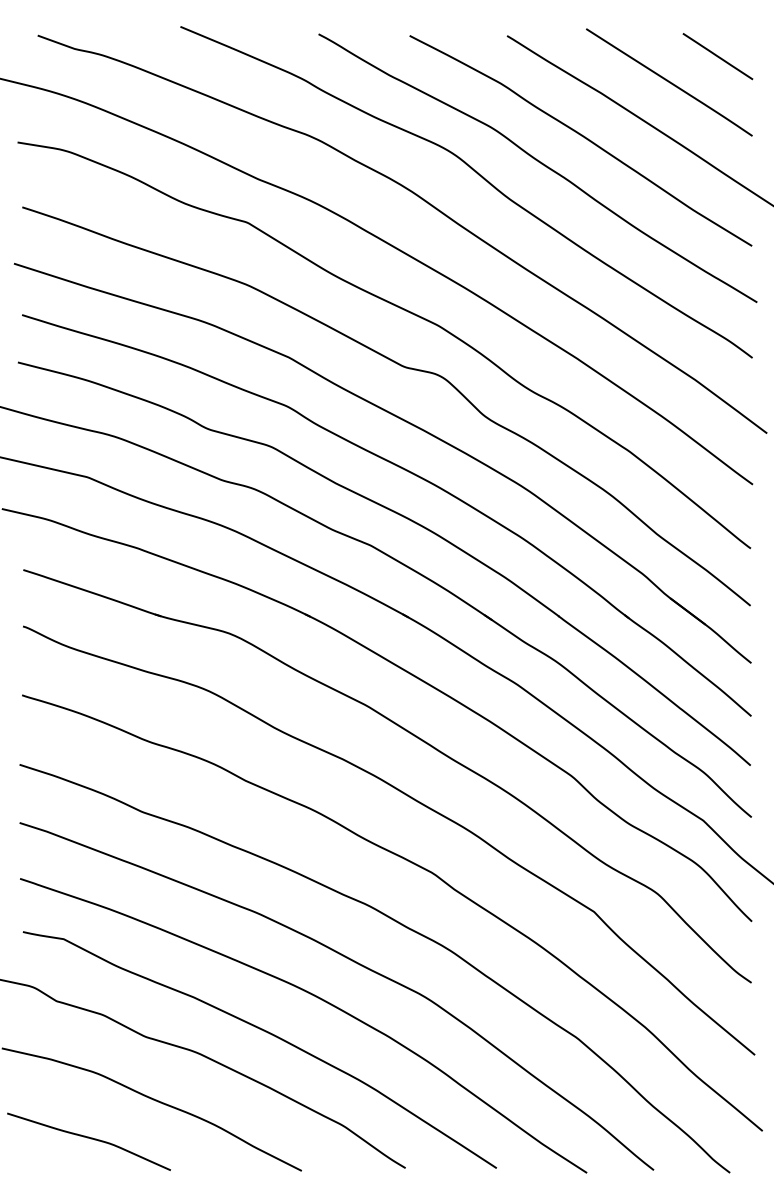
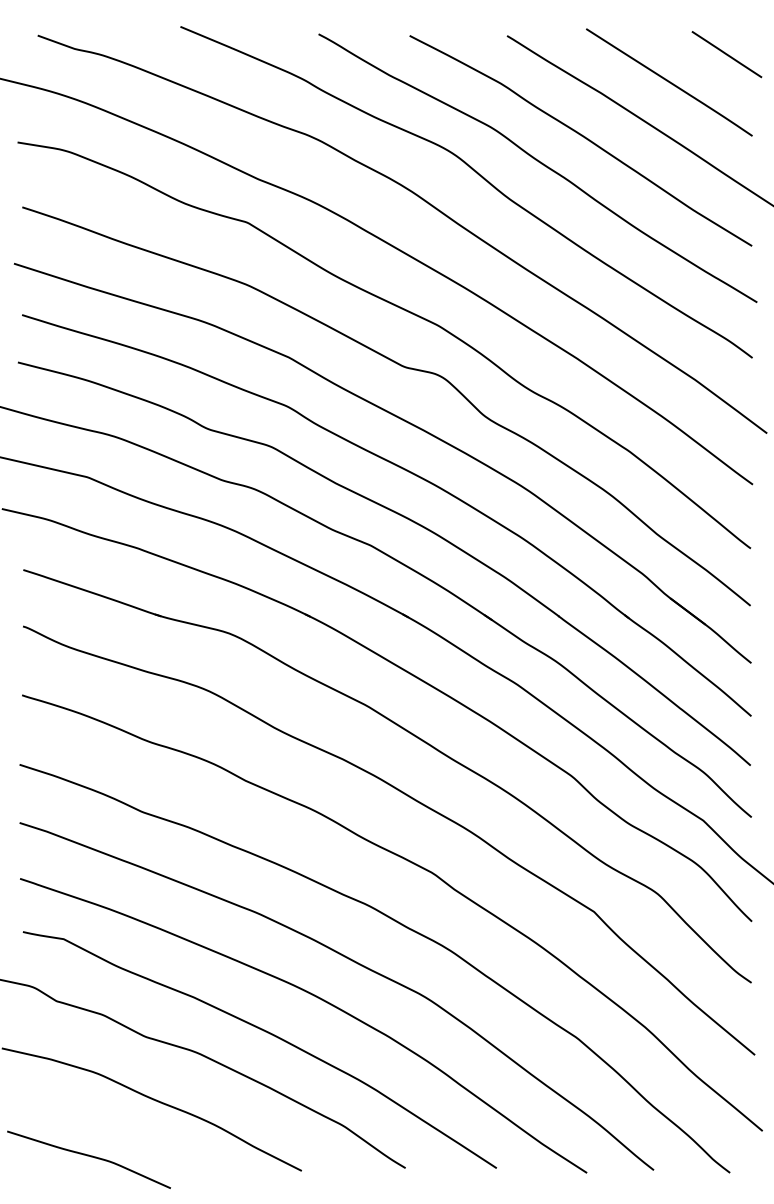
line at (717, 56) position: (717, 56) -> (726, 54)
curve at (88, 1138) position: (88, 1138) -> (88, 1156)
